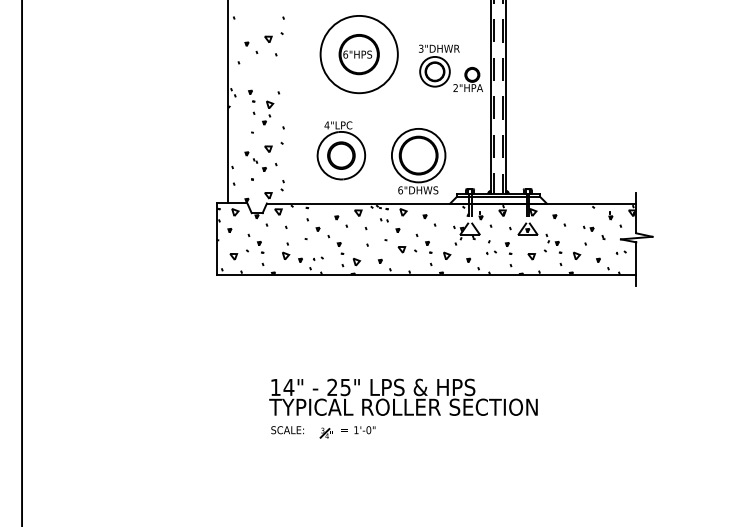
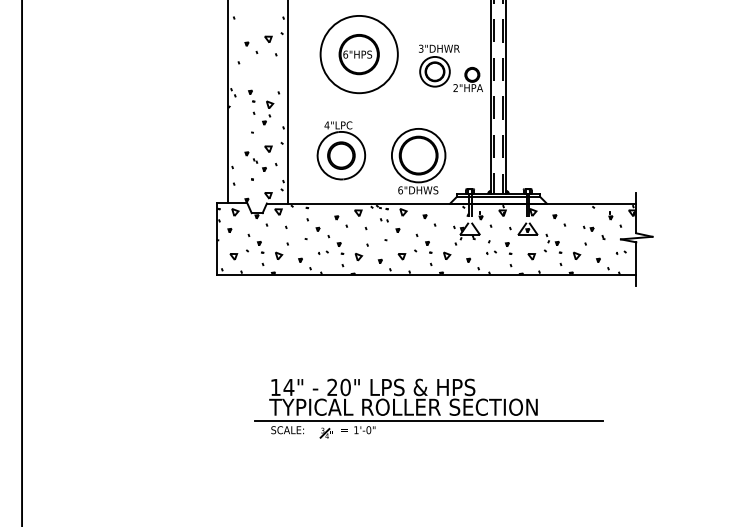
line at (287, 102): none -> present
line at (401, 249) position: (401, 249) -> (401, 256)
line at (286, 254) position: (286, 254) -> (279, 254)
part at (318, 258) position: (318, 258) -> (323, 252)
line at (355, 262) position: (355, 262) -> (357, 257)
text at (345, 387): 25" -> 20"
line at (428, 421): none -> present
